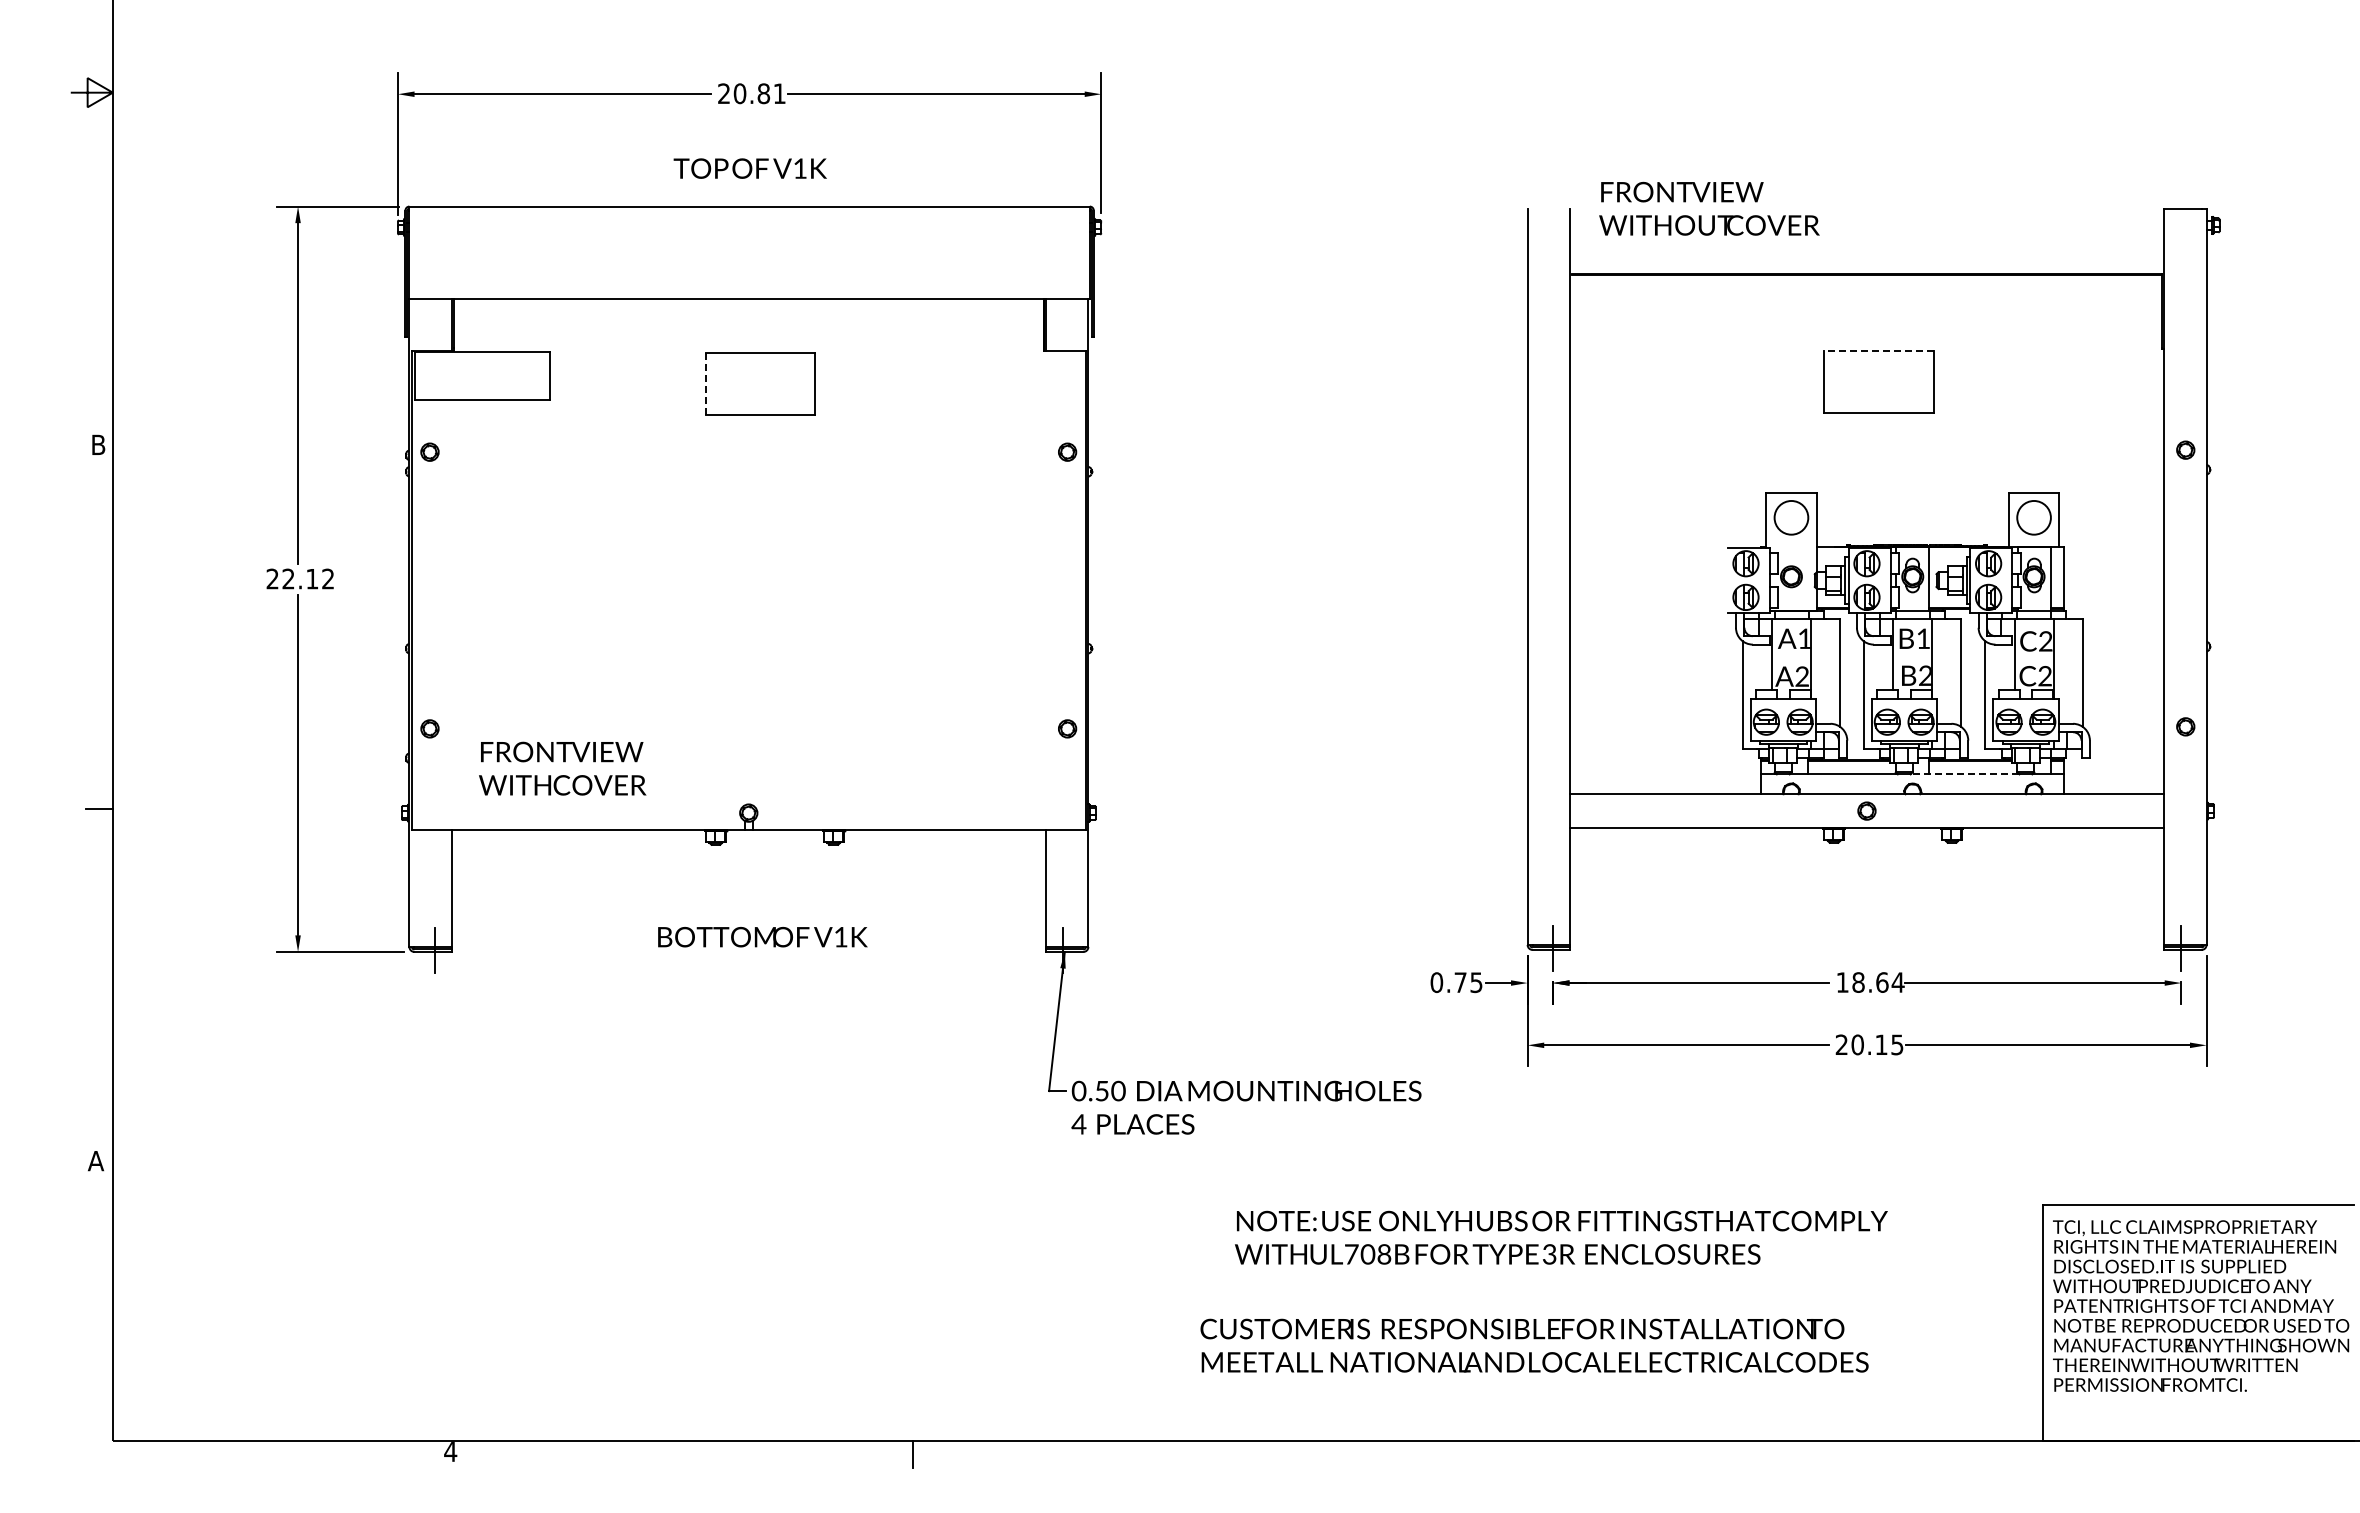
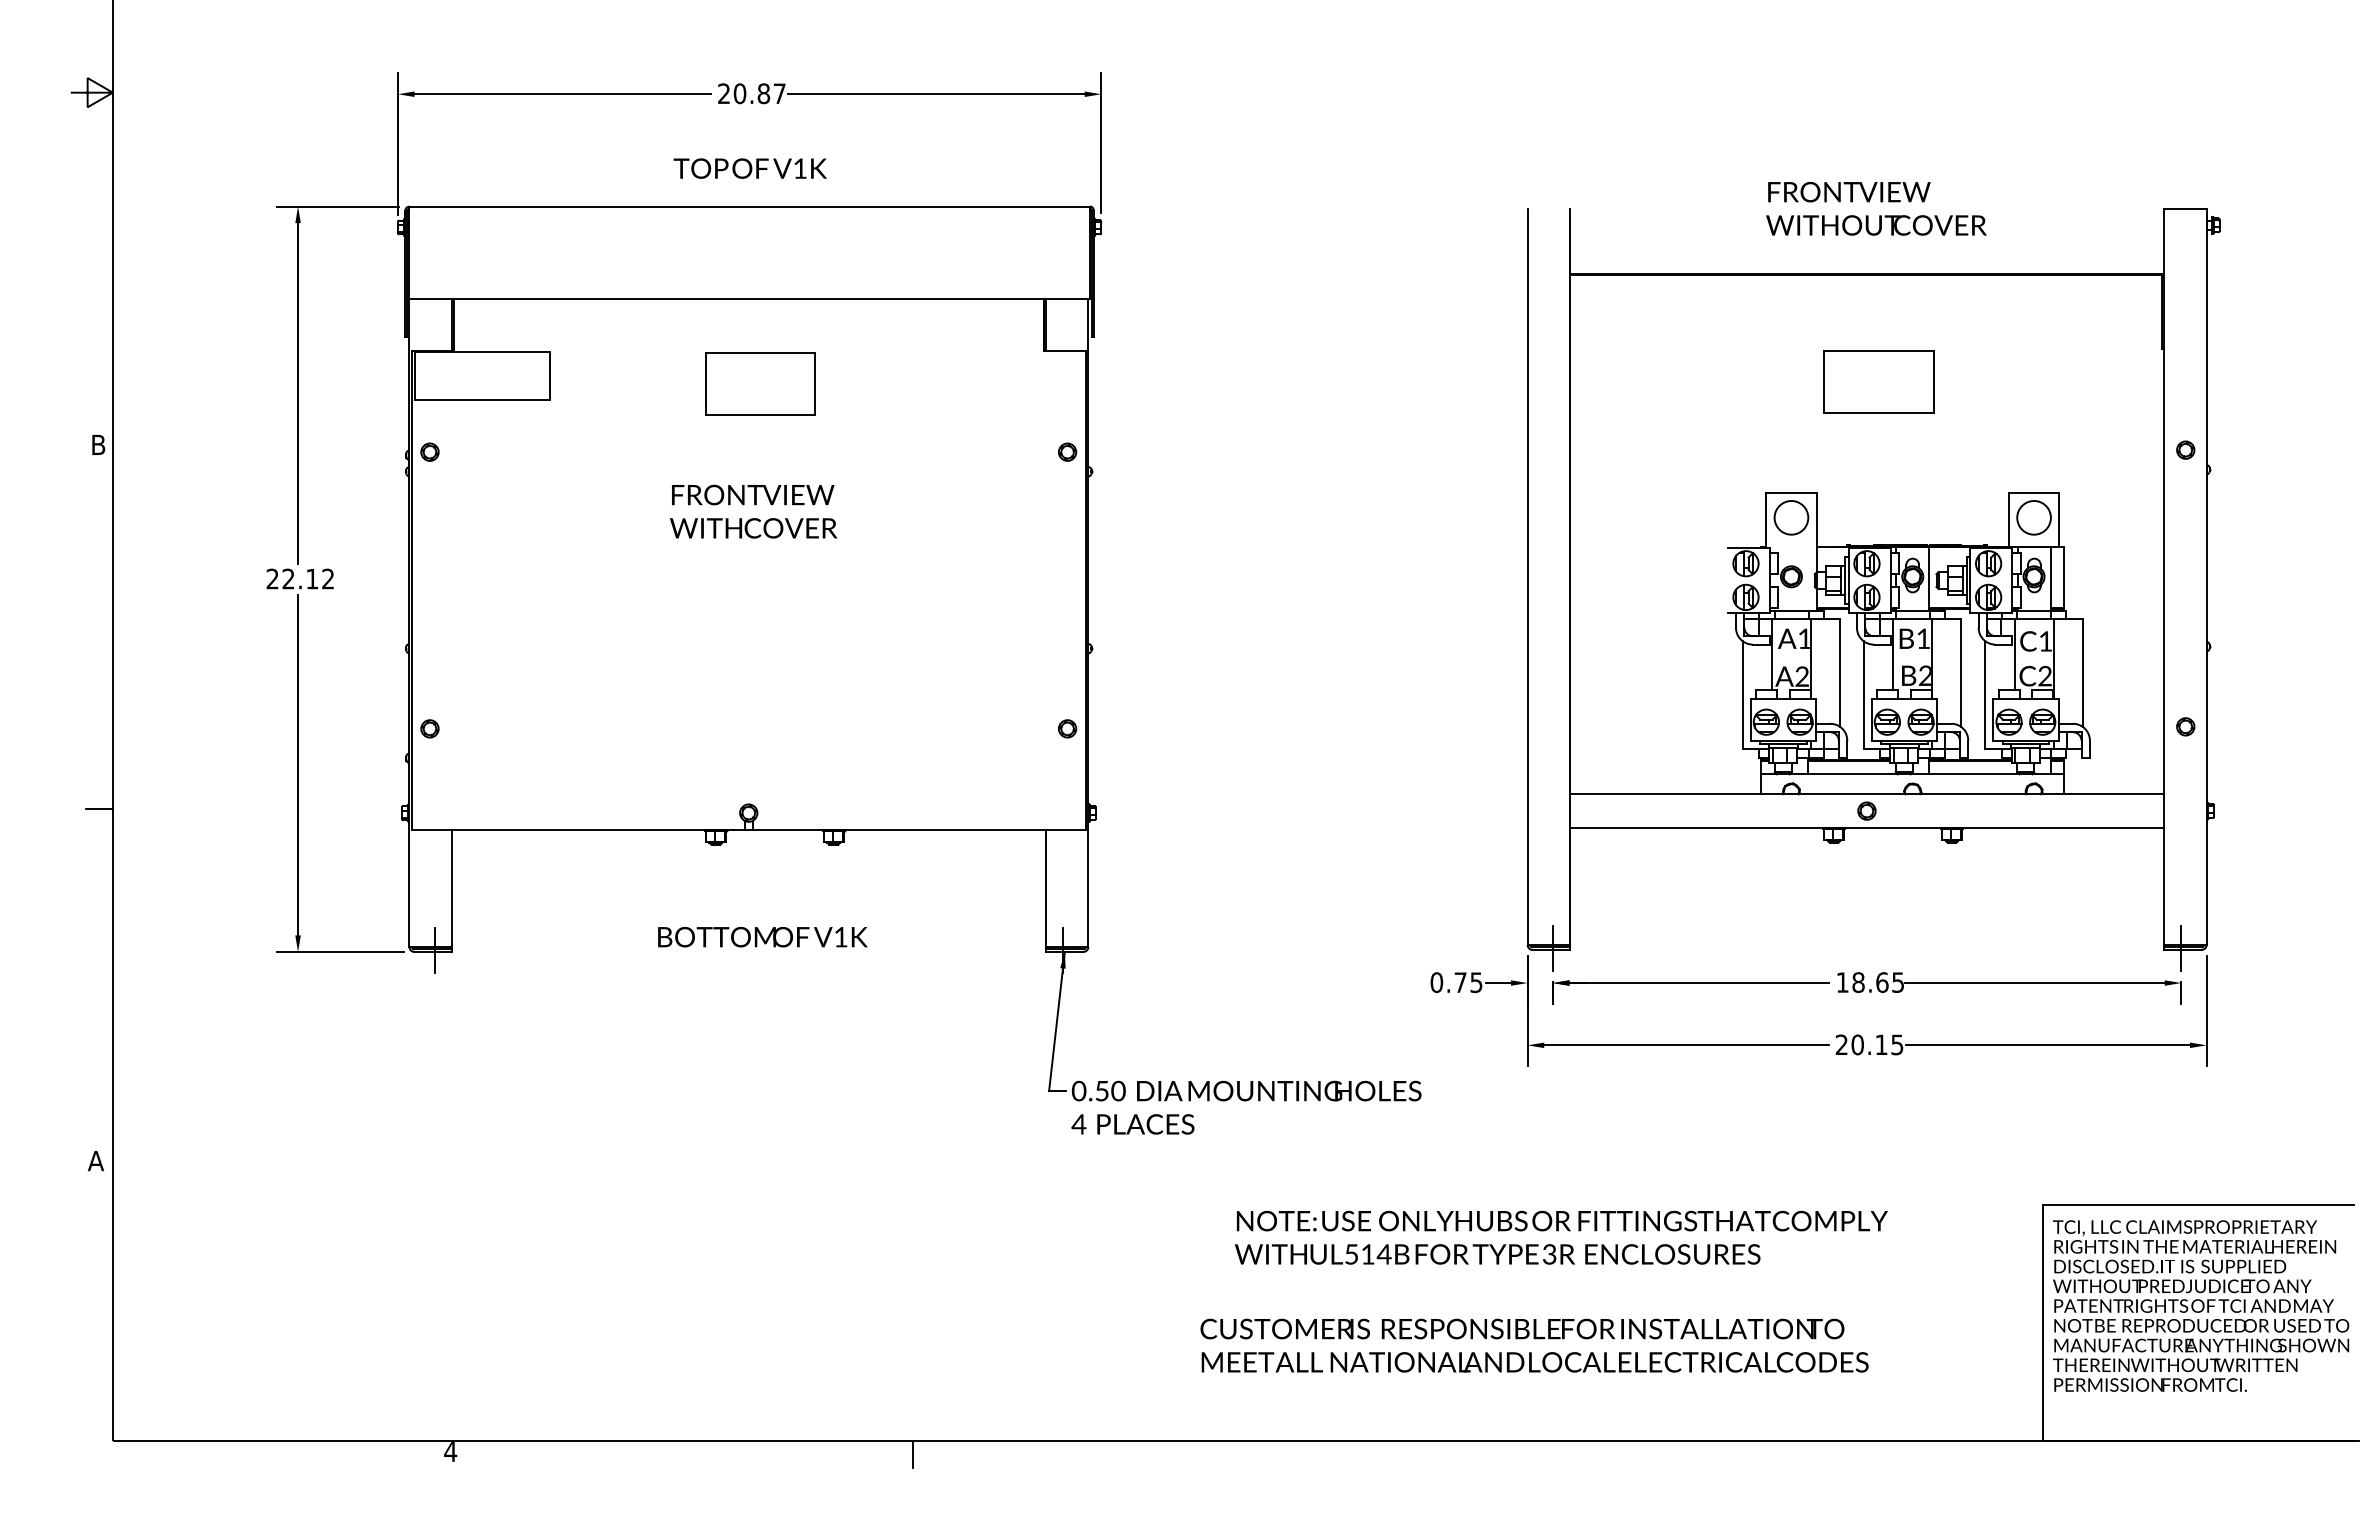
text at (779, 93): 20.81 -> 20.87
text at (1709, 208) position: (1709, 208) -> (1876, 208)
line at (1878, 351): dashed -> solid
line at (705, 383): dashed -> solid
text at (2045, 641): C2 -> C1
text at (562, 768) position: (562, 768) -> (753, 511)
line at (1965, 773): dashed -> solid
text at (1897, 982): 18.64 -> 18.65
text at (1368, 1254): UL708B -> UL514B
